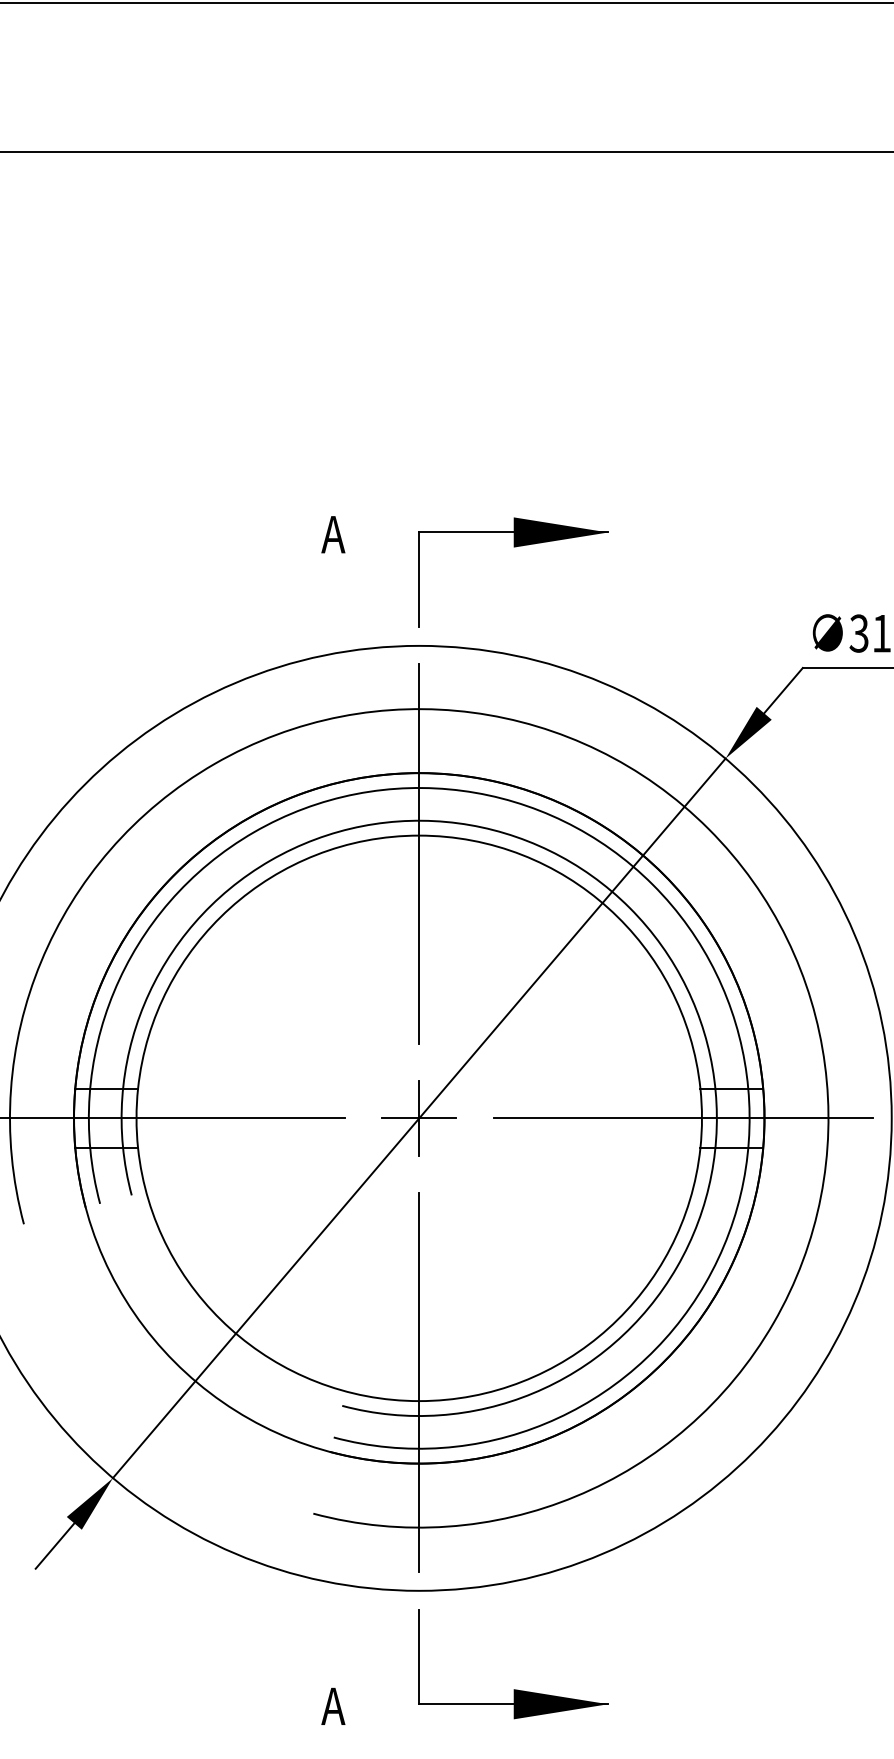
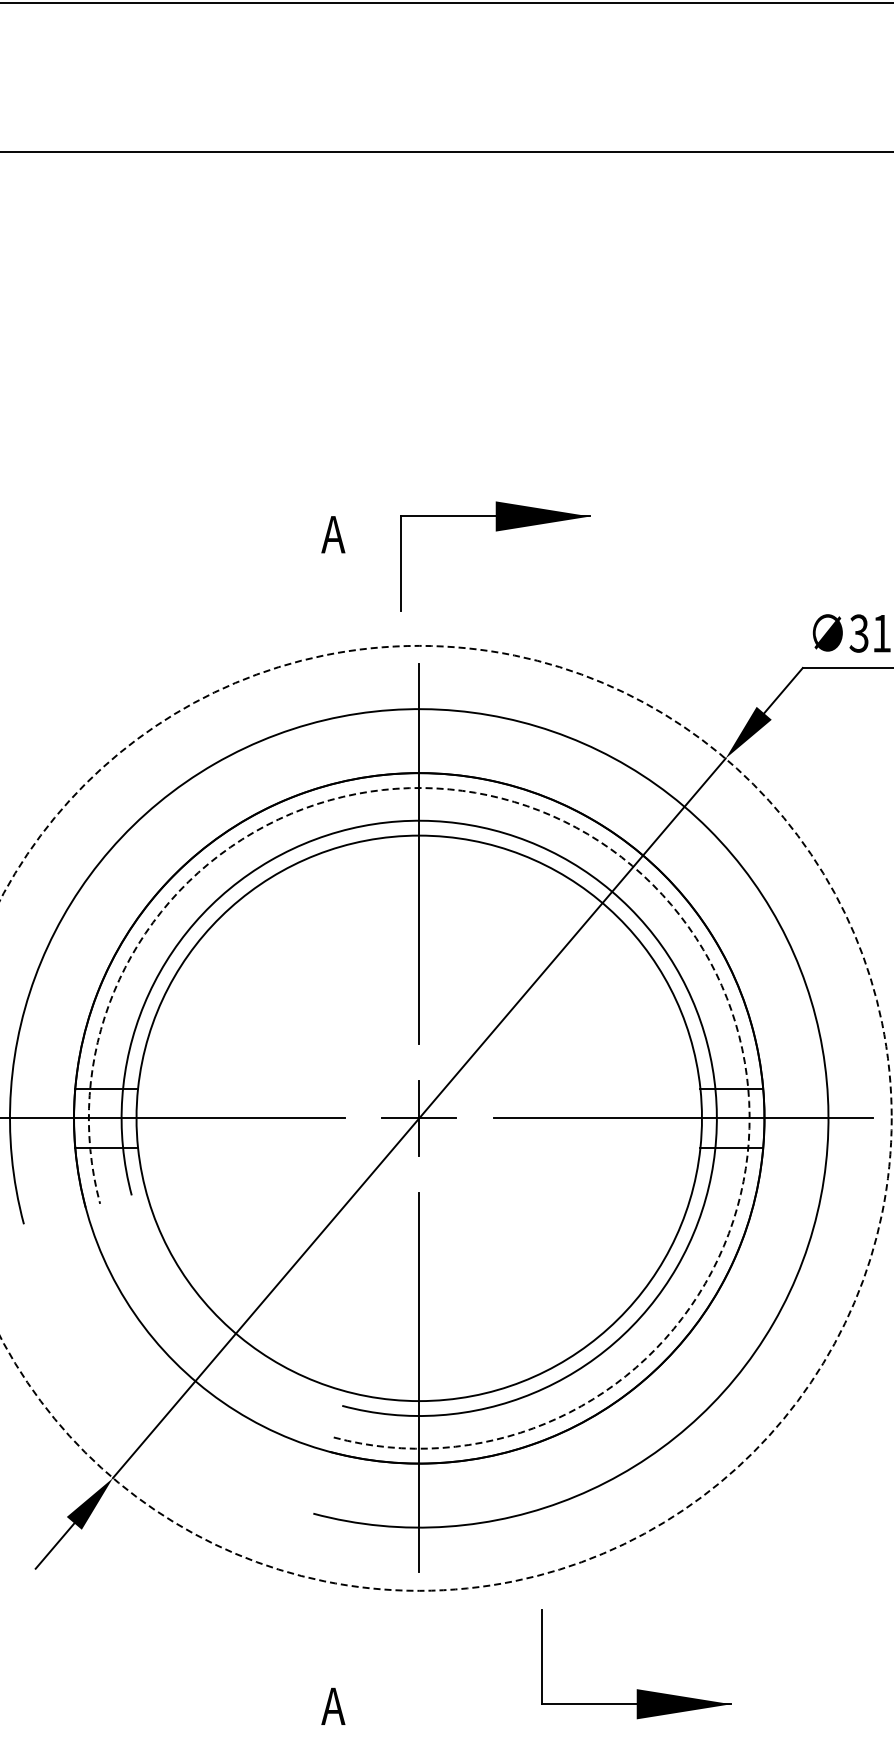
part at (513, 547) position: (513, 547) -> (495, 531)
arc at (652, 884): solid -> dashed
circle at (445, 1117): solid -> dashed
part at (513, 1689) position: (513, 1689) -> (636, 1689)
